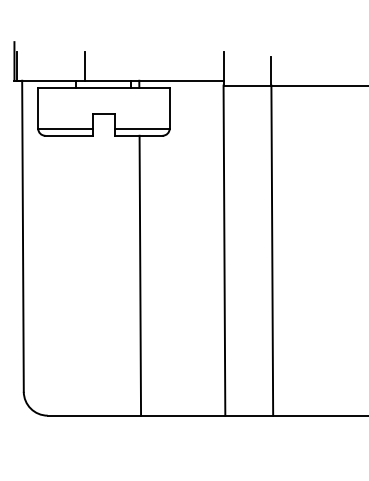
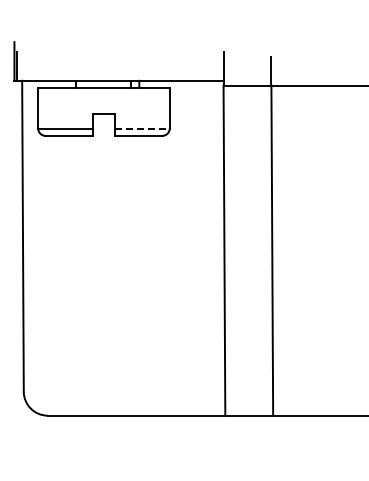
line at (85, 66): present -> none
line at (142, 128): solid -> dashed
line at (140, 275): present -> none
